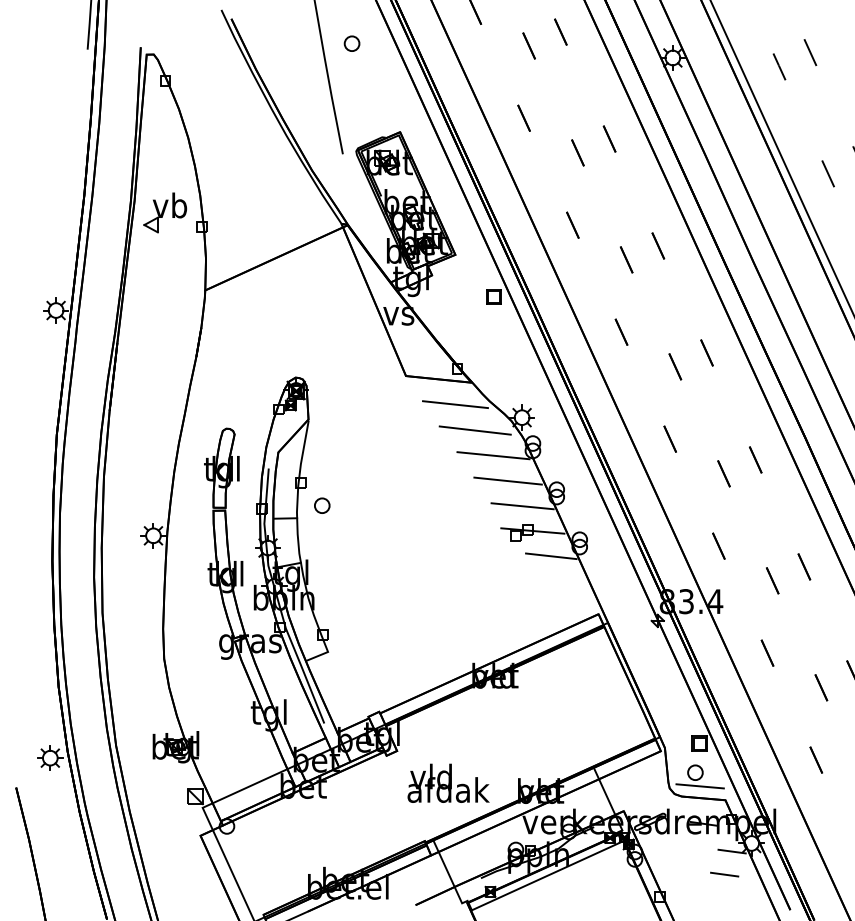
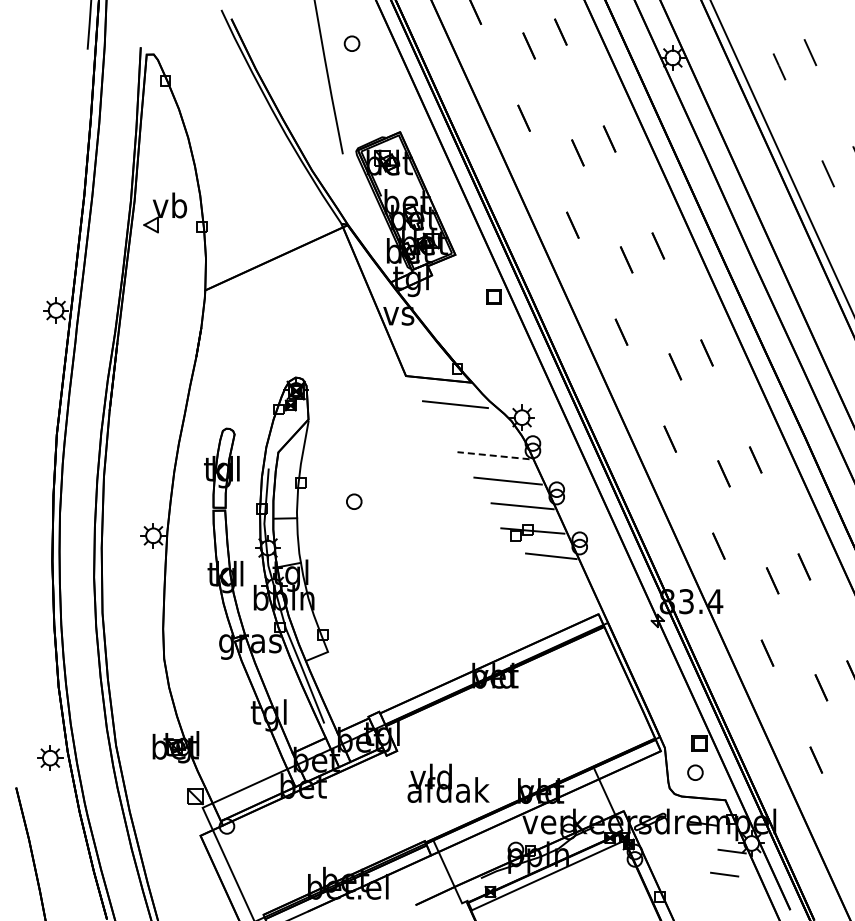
line at (474, 430): present -> none
line at (493, 455): solid -> dashed
part at (322, 505) position: (322, 505) -> (354, 501)
line at (699, 786): present -> none
